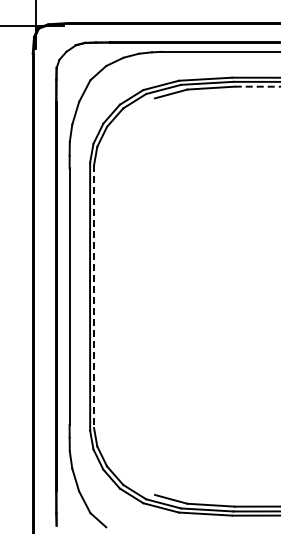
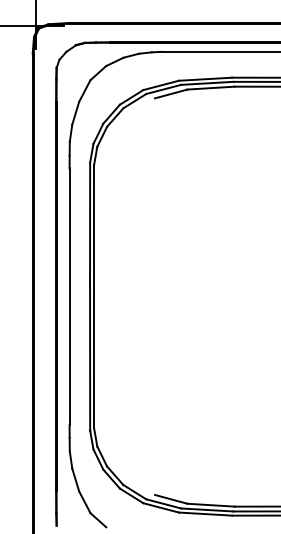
line at (257, 86): dashed -> solid
line at (94, 297): dashed -> solid
